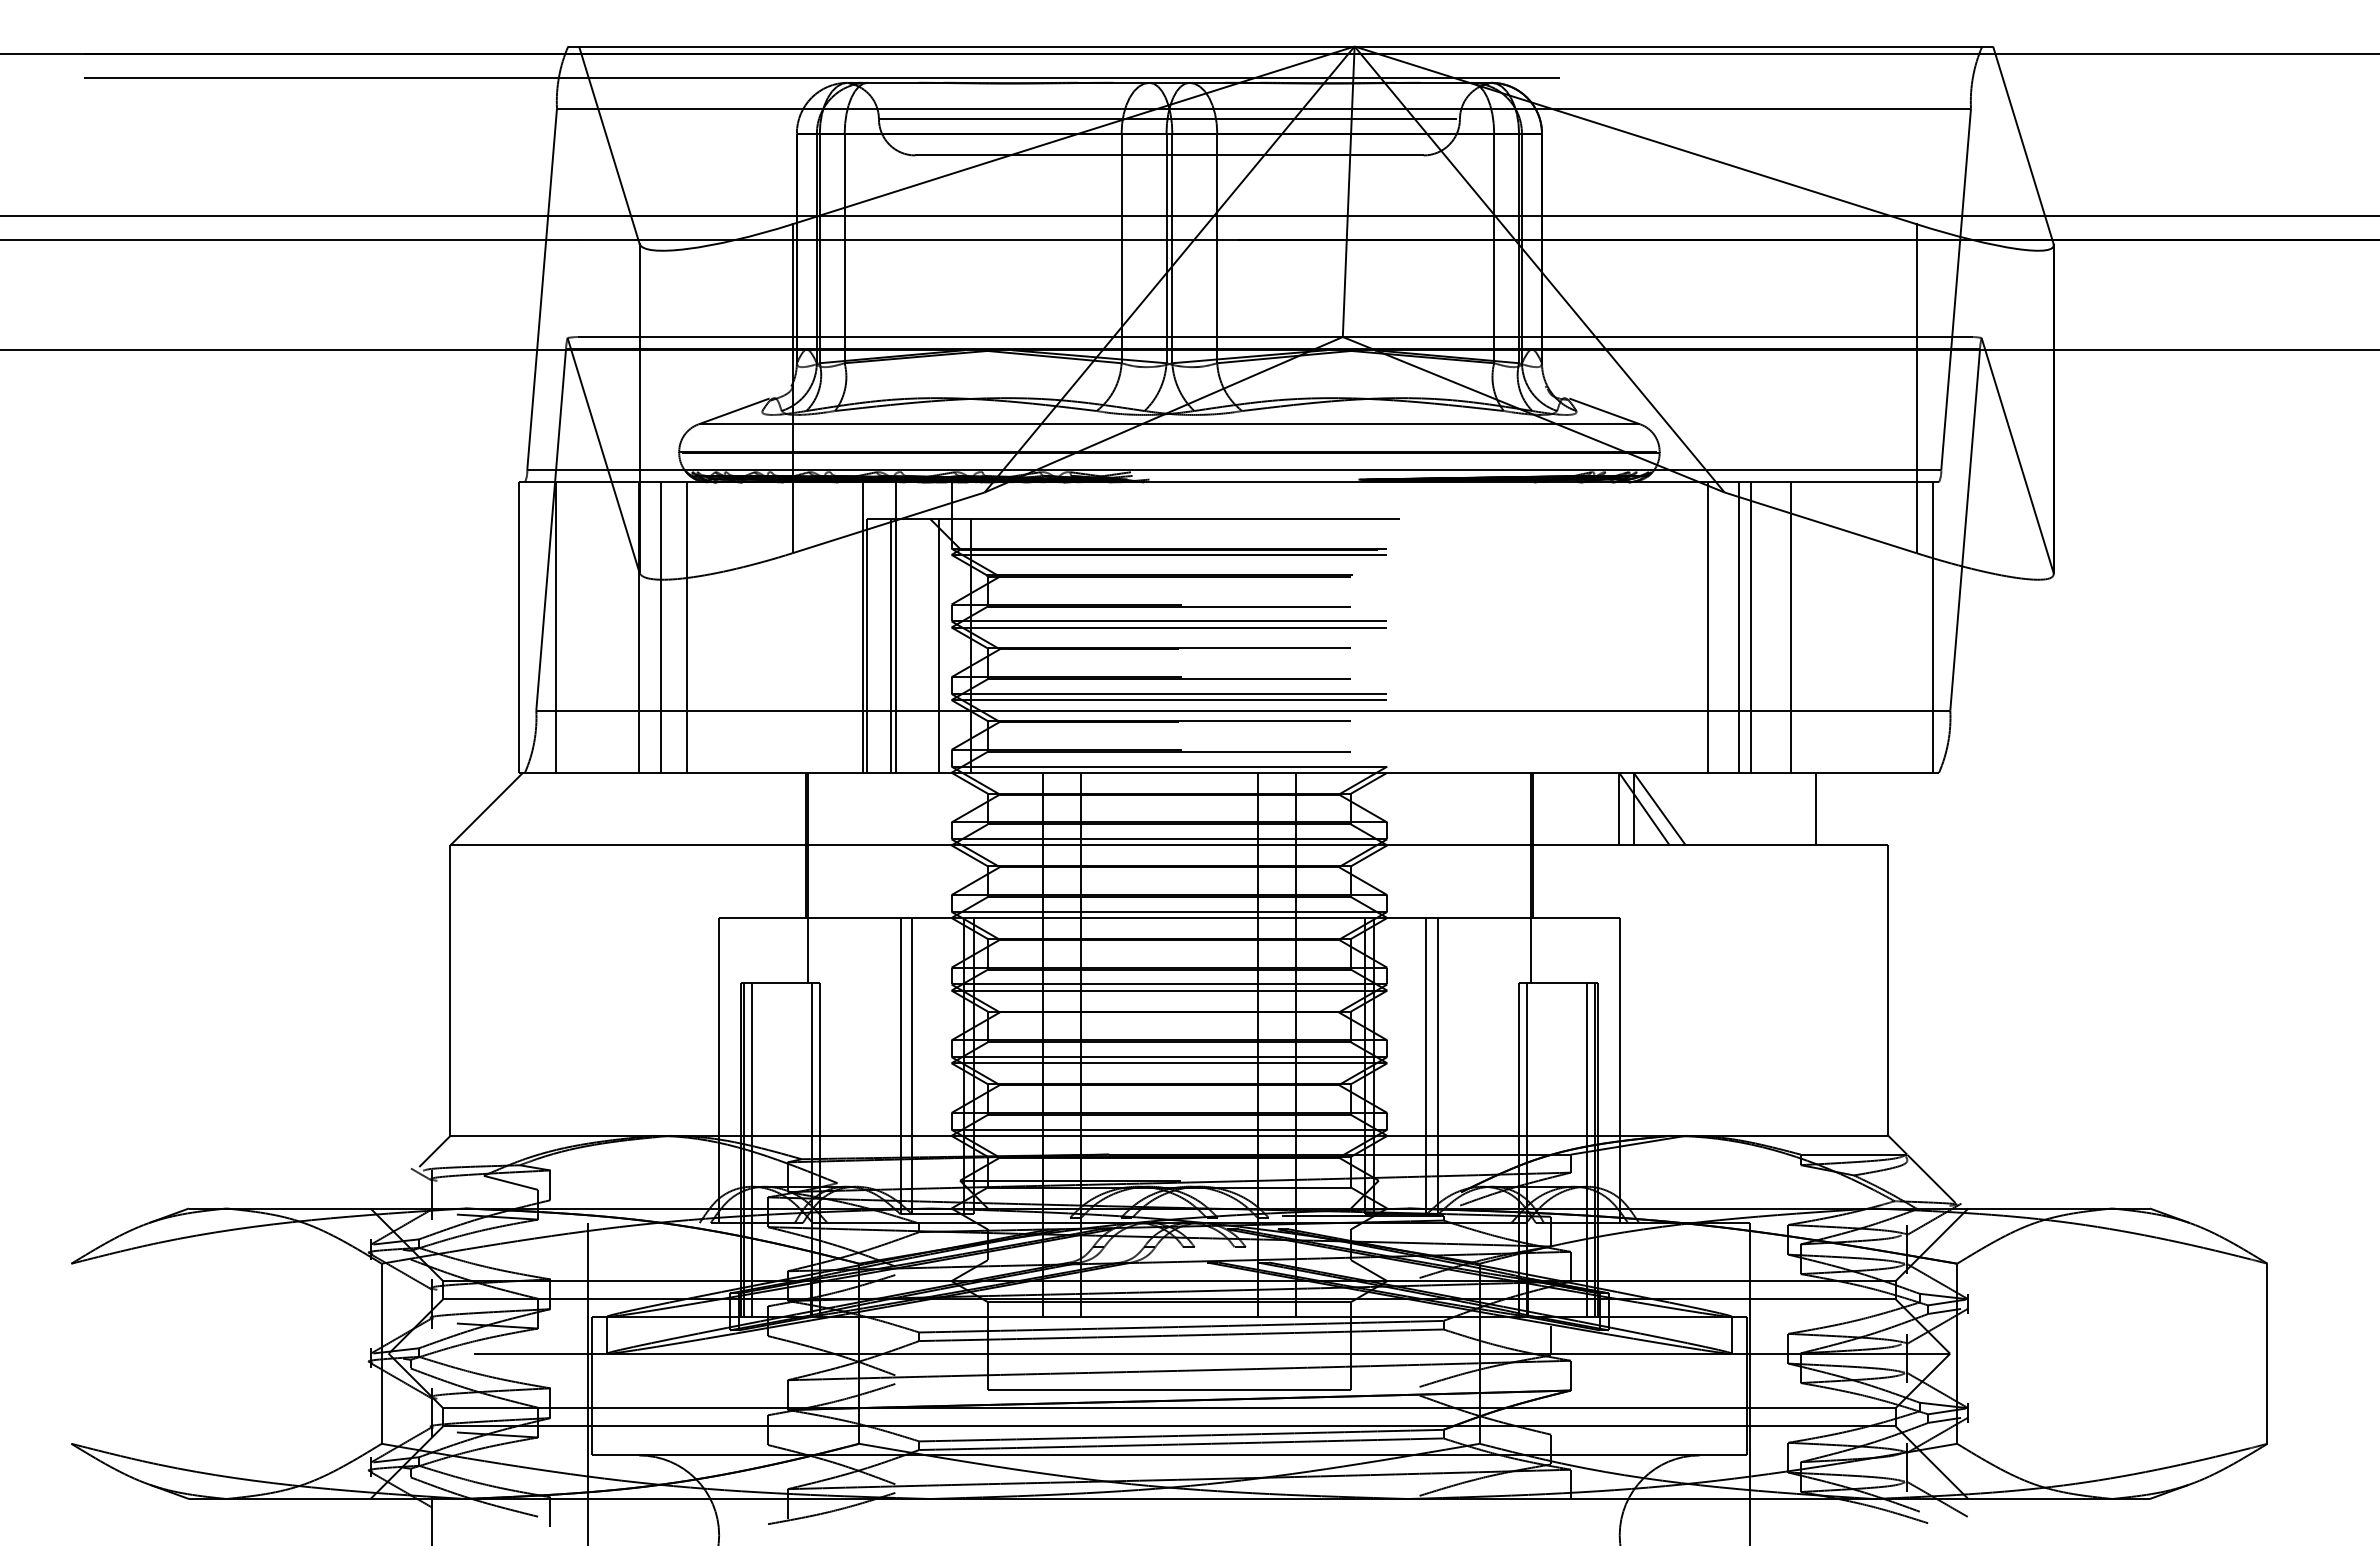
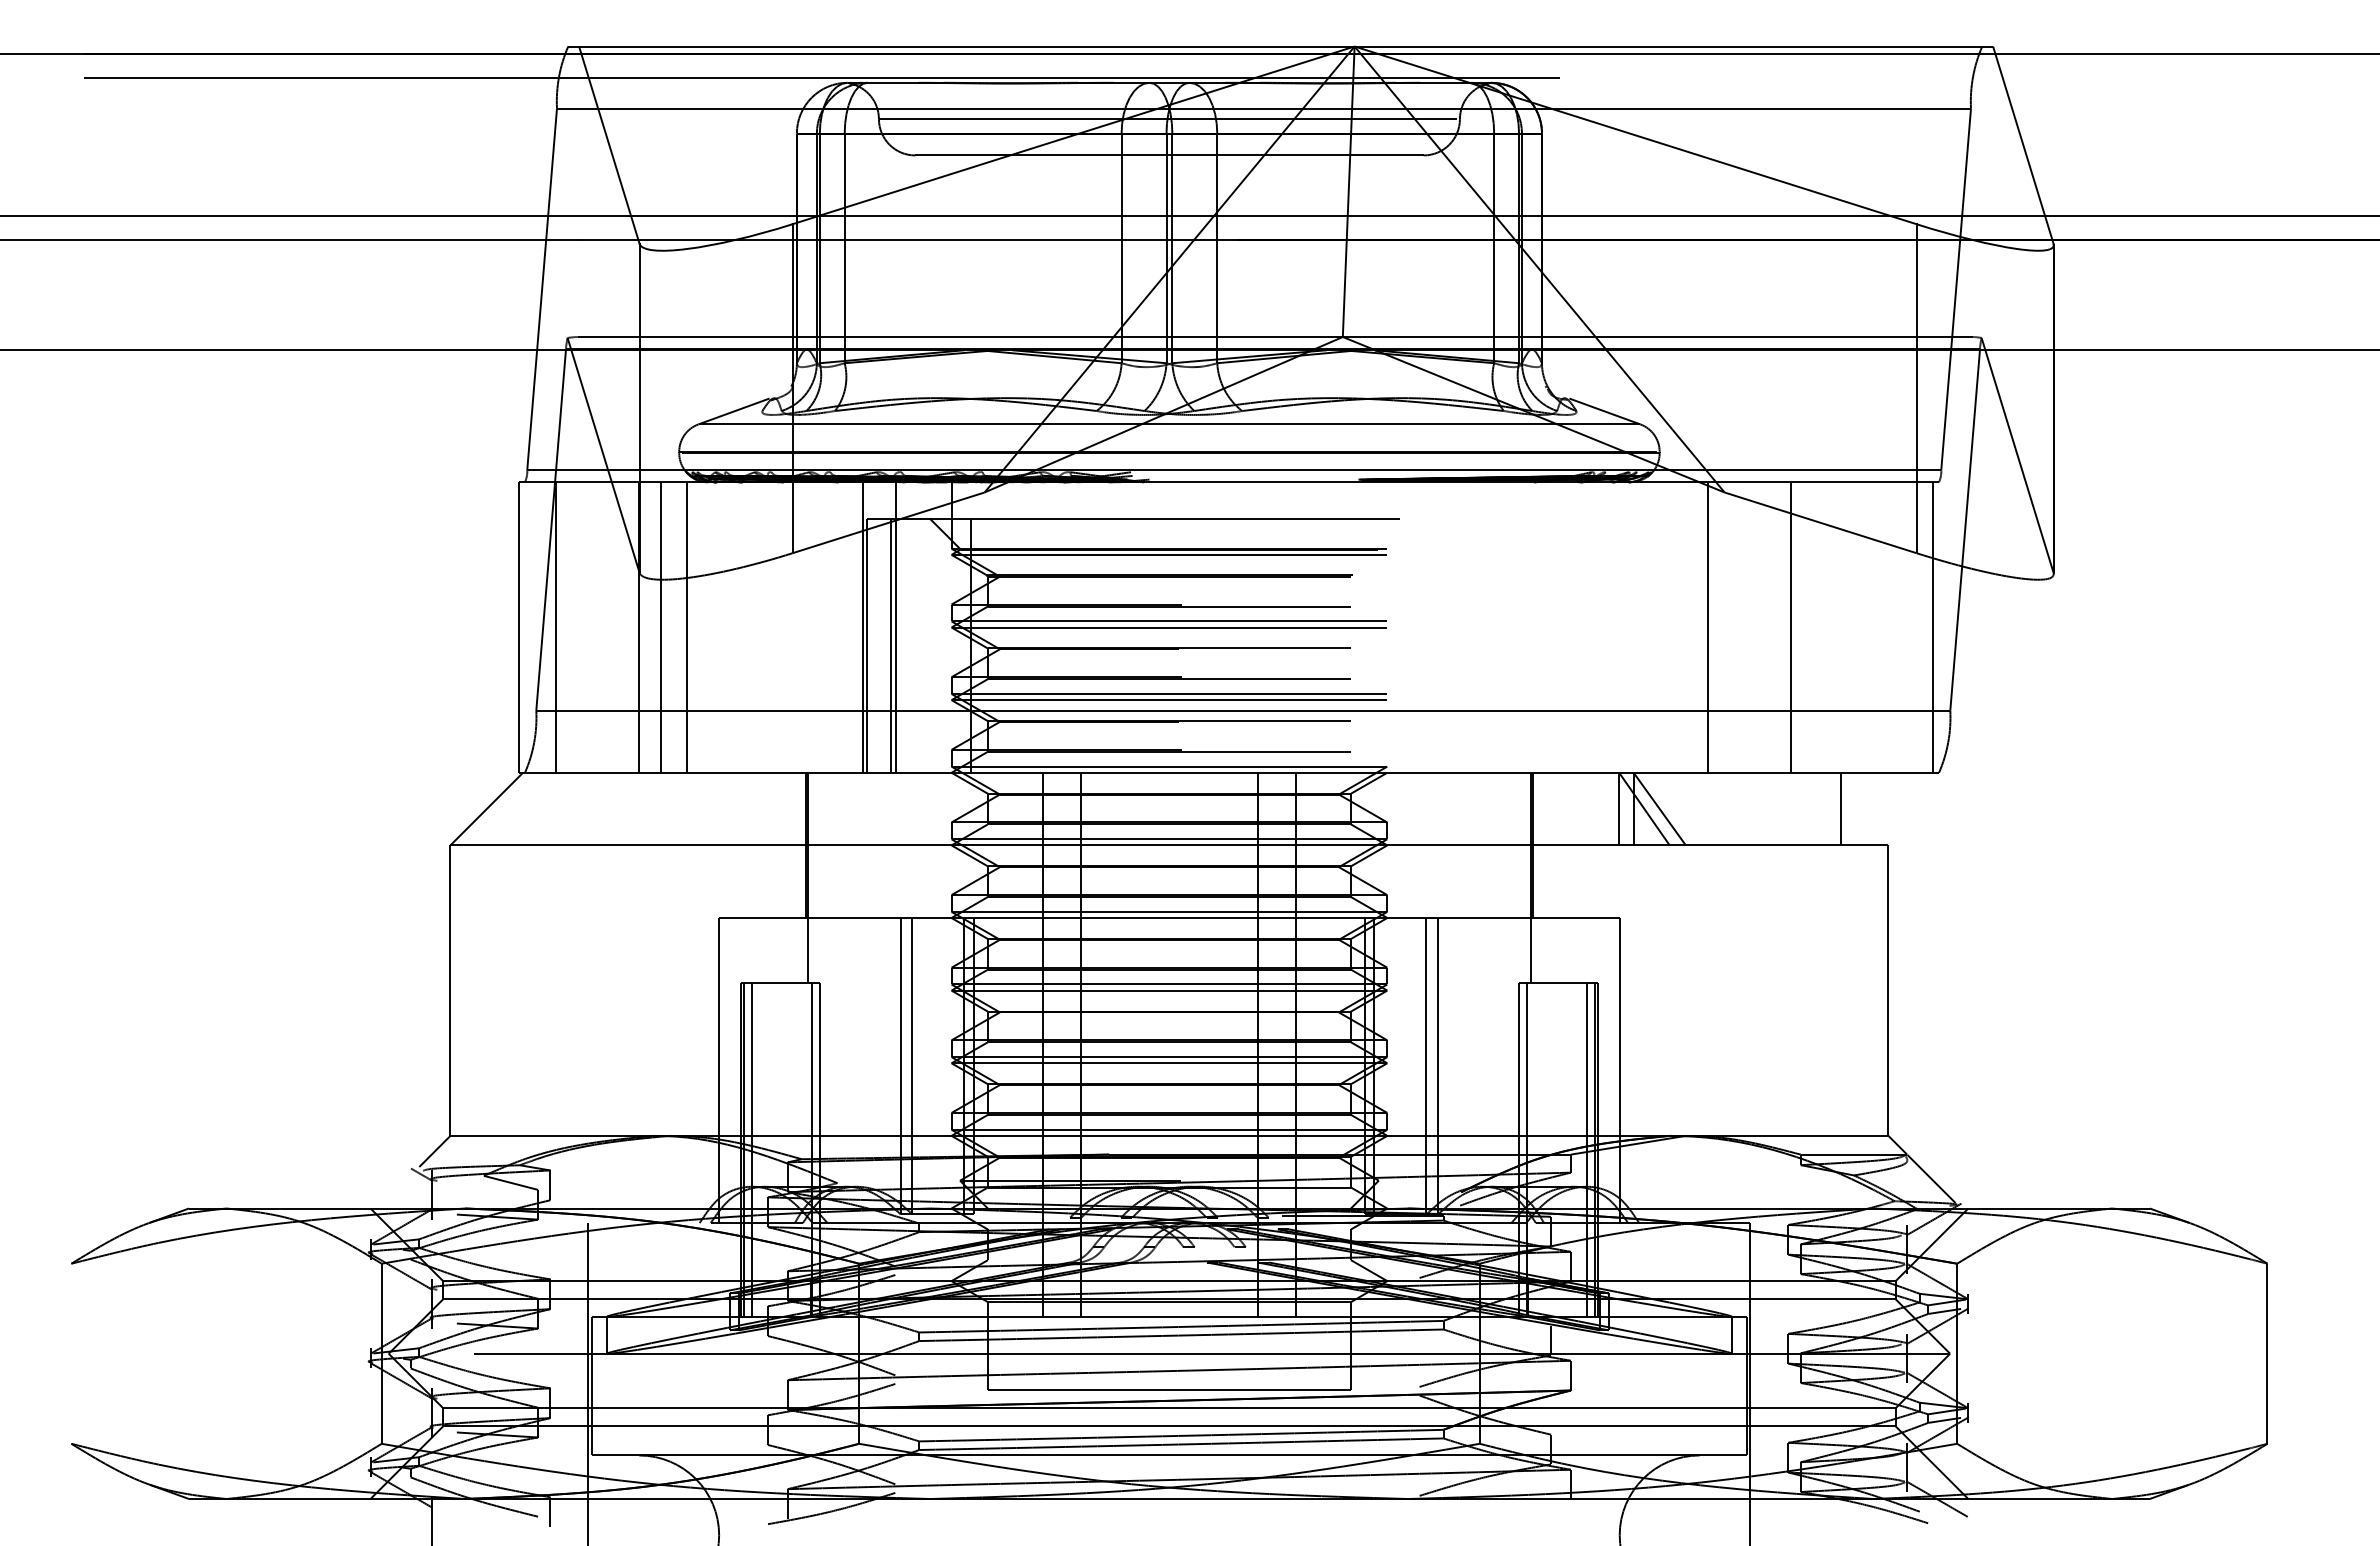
line at (1738, 627): present -> none
line at (1751, 627): present -> none
line at (938, 645): present -> none
line at (1815, 808) position: (1815, 808) -> (1840, 808)
